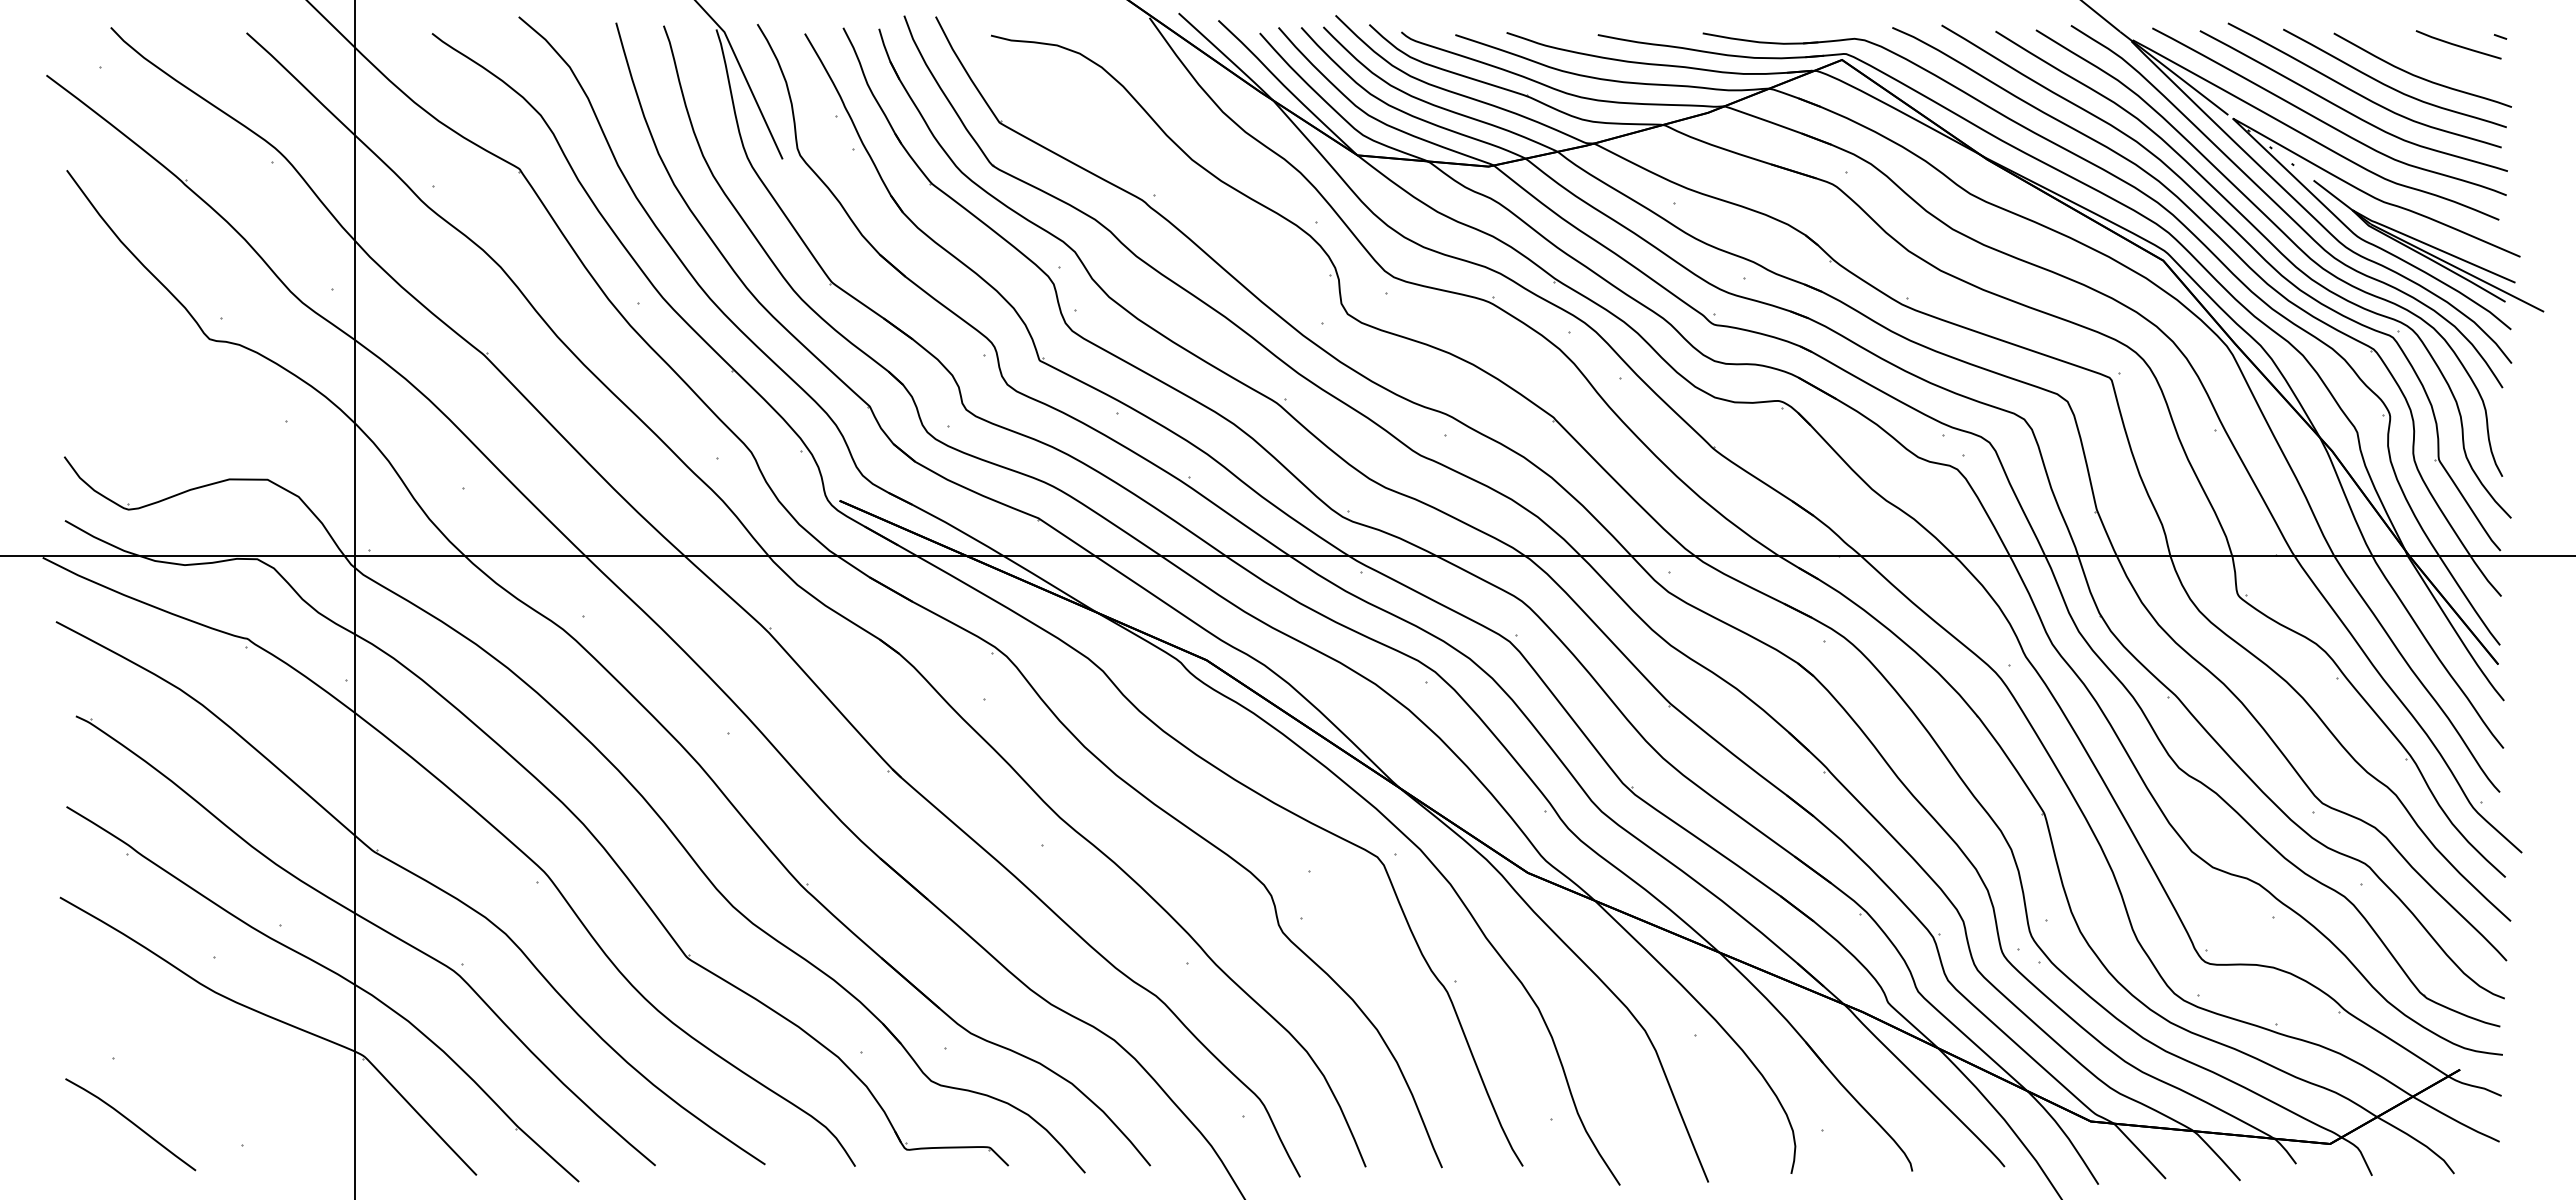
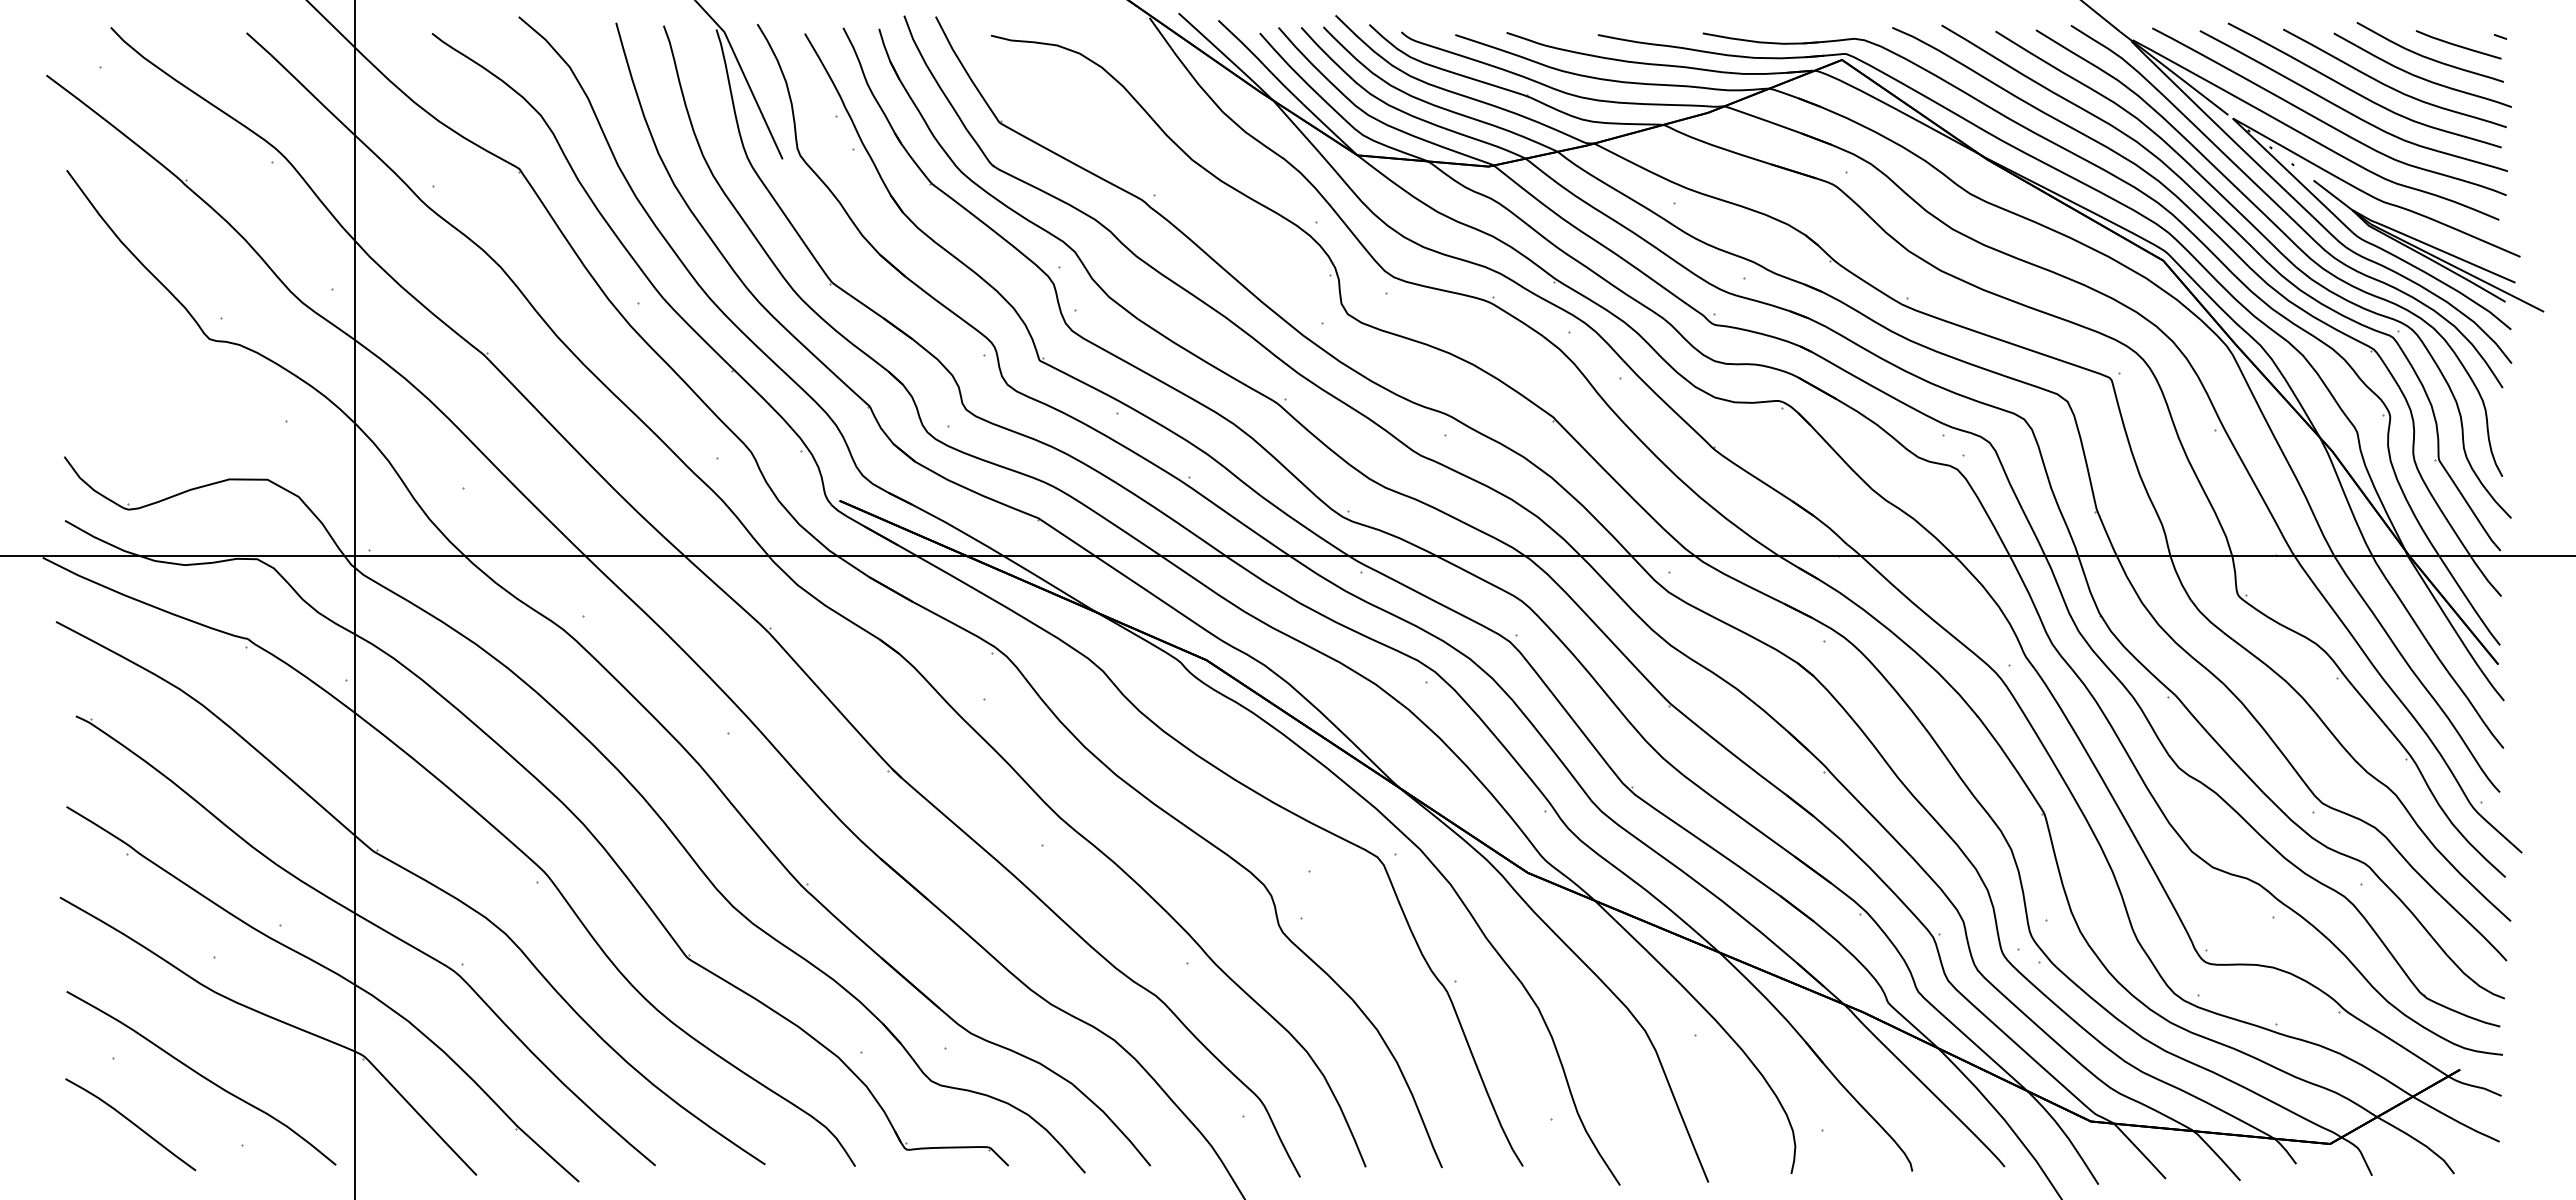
curve at (2426, 56): none -> present
curve at (202, 1077): none -> present
